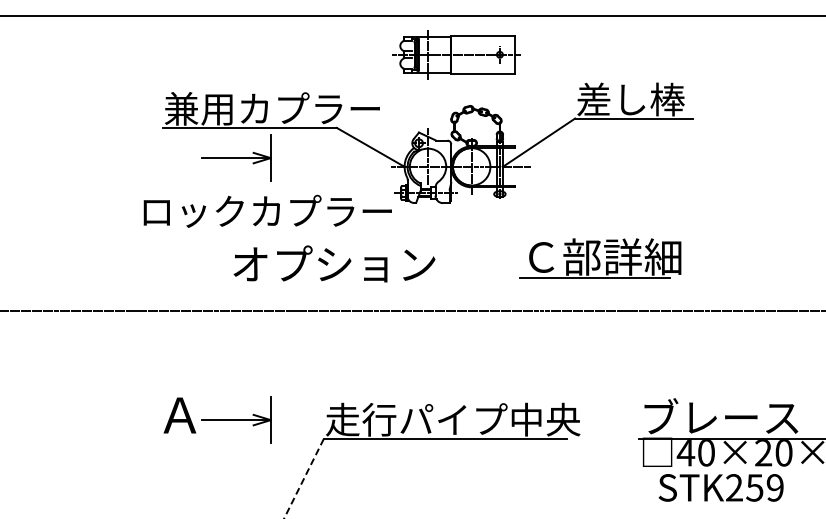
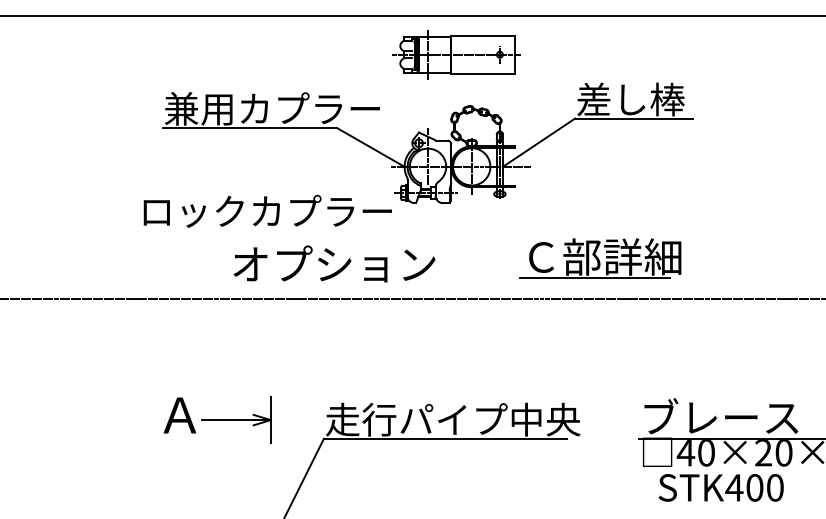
part at (236, 157): present -> none
line at (412, 311) position: (412, 311) -> (412, 299)
line at (304, 478): dashed -> solid
text at (754, 487): STK259 -> STK400
